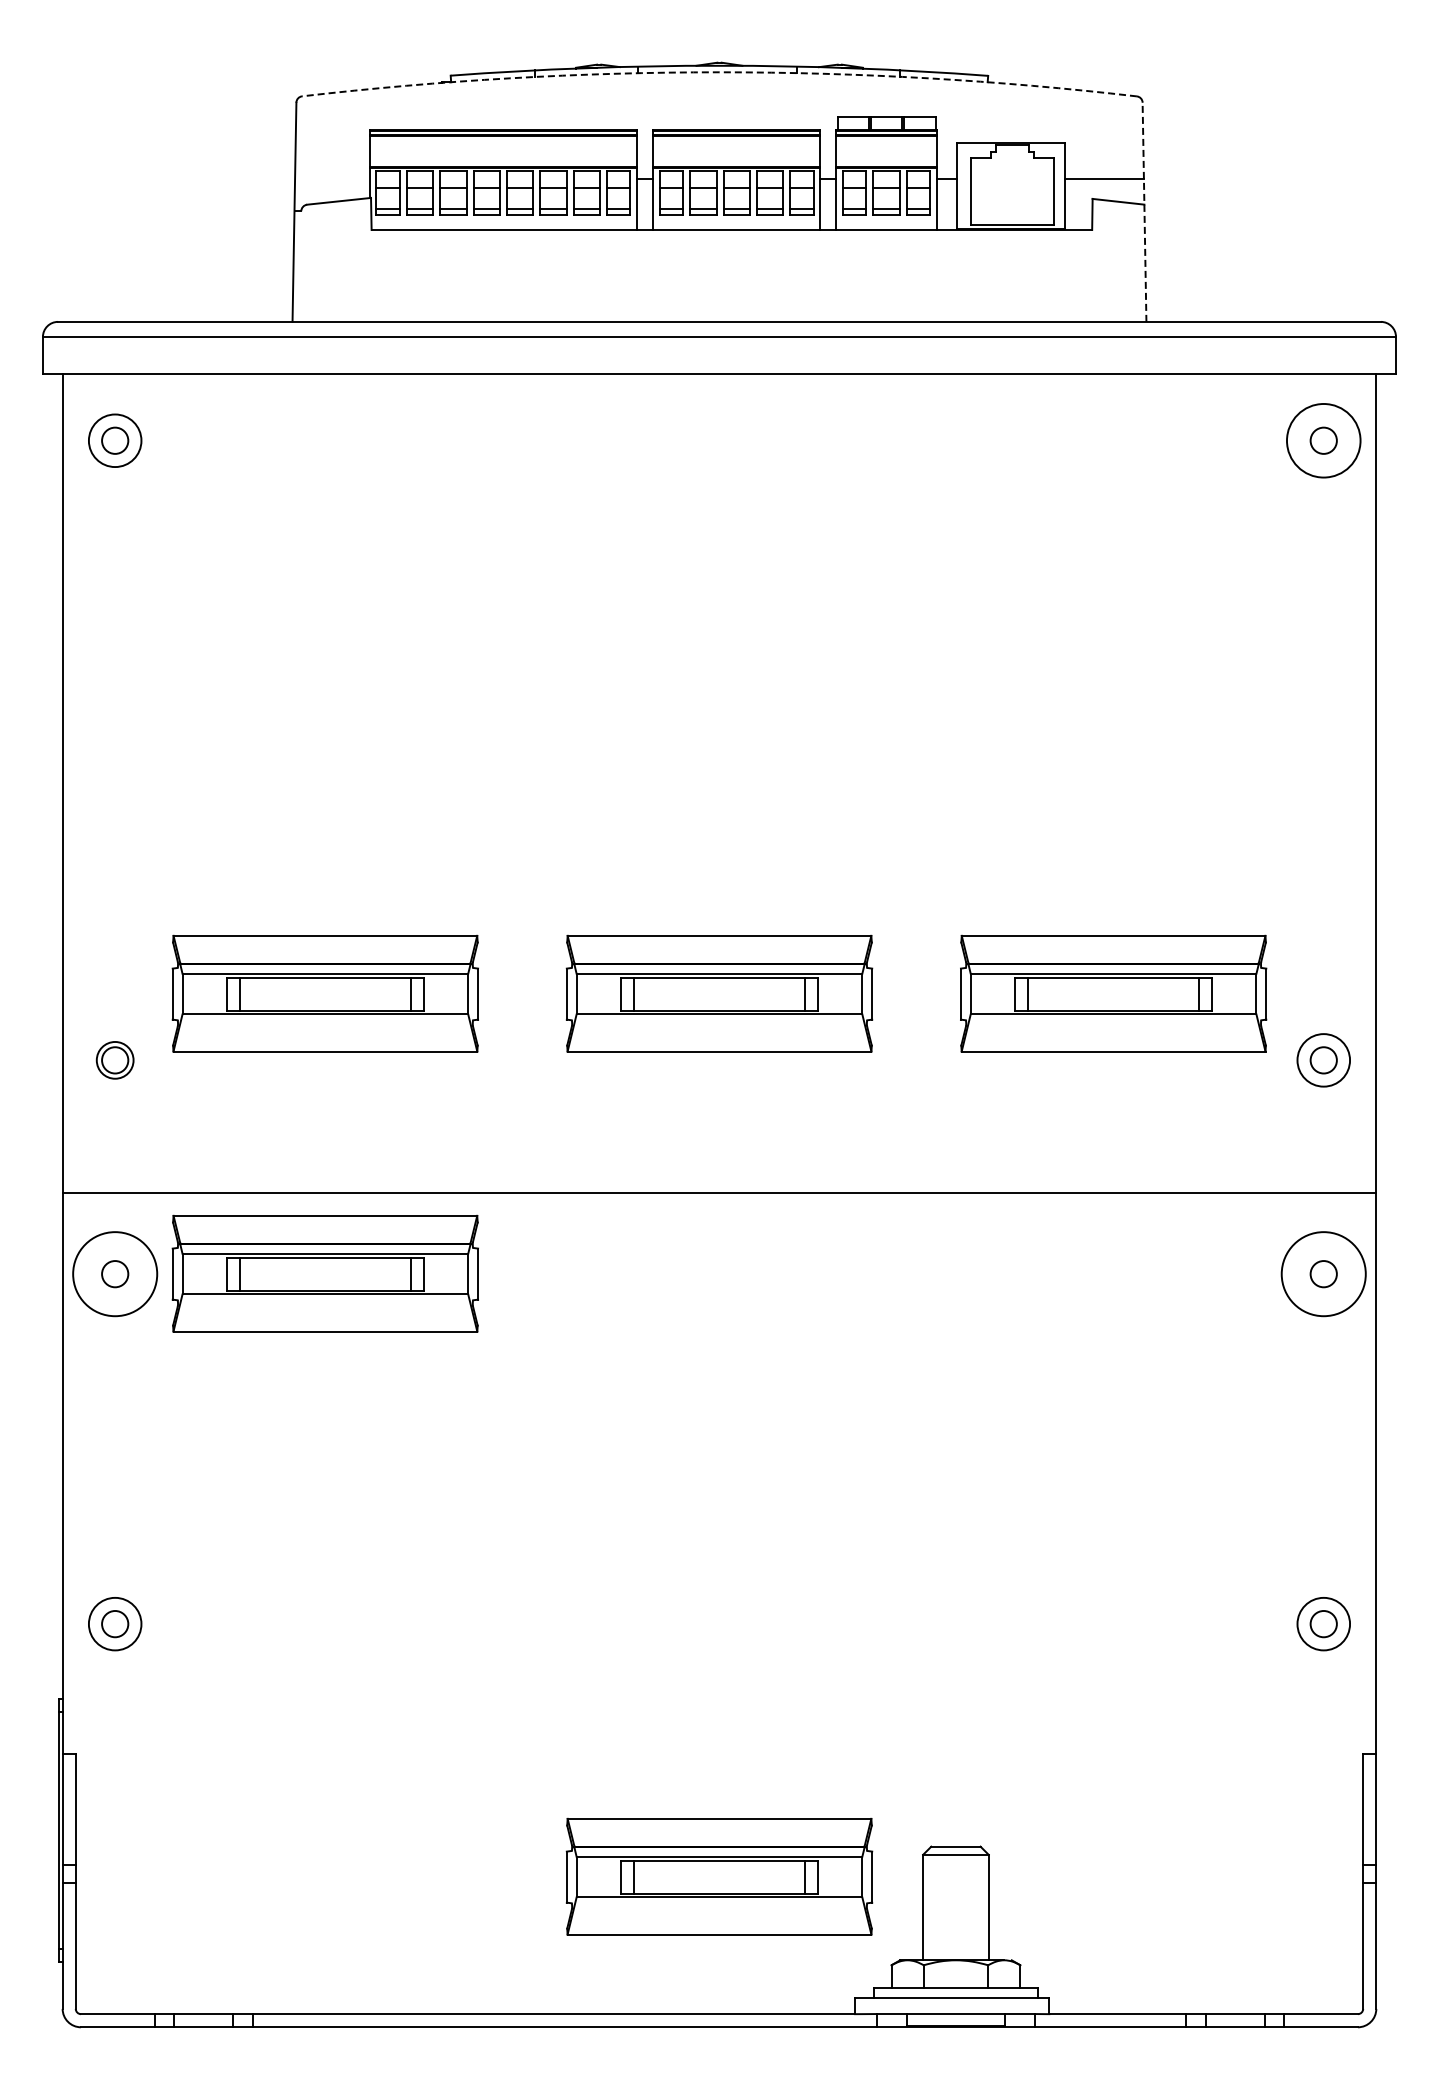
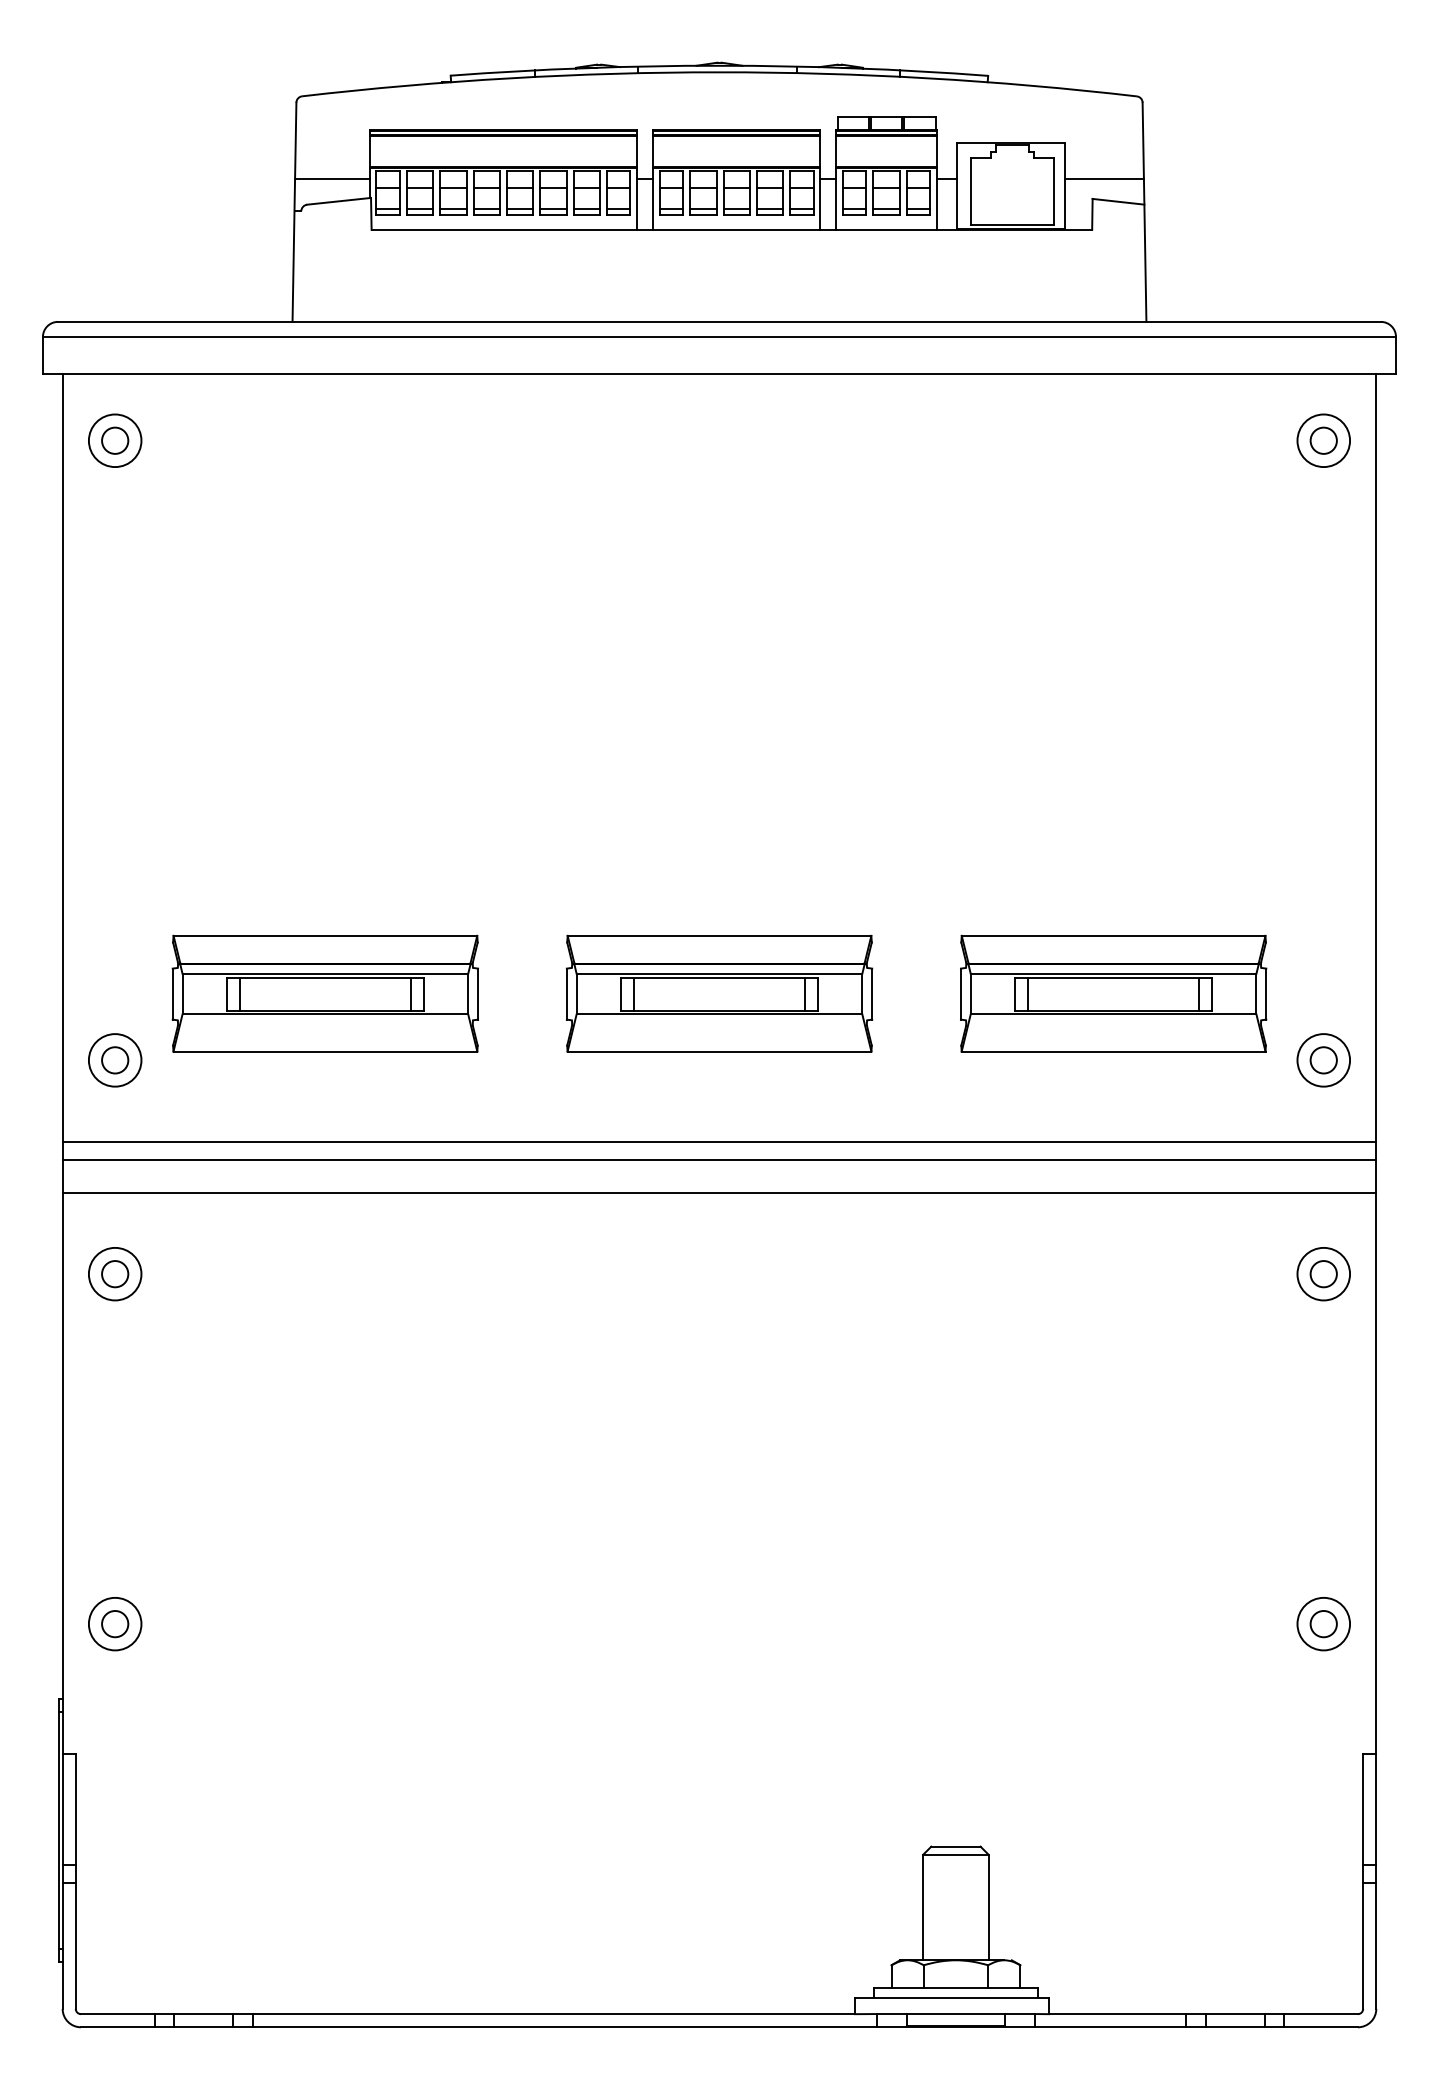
arc at (719, 72): dashed -> solid
line at (332, 179): none -> present
line at (1144, 212): dashed -> solid
circle at (1323, 440) diameter: 74 px -> 53 px
circle at (114, 1059) diameter: 37 px -> 53 px
line at (719, 1141): none -> present
line at (719, 1160): none -> present
part at (324, 1273): present -> none
circle at (115, 1274) diameter: 84 px -> 53 px
circle at (1323, 1274) diameter: 84 px -> 53 px
part at (719, 1876): present -> none
